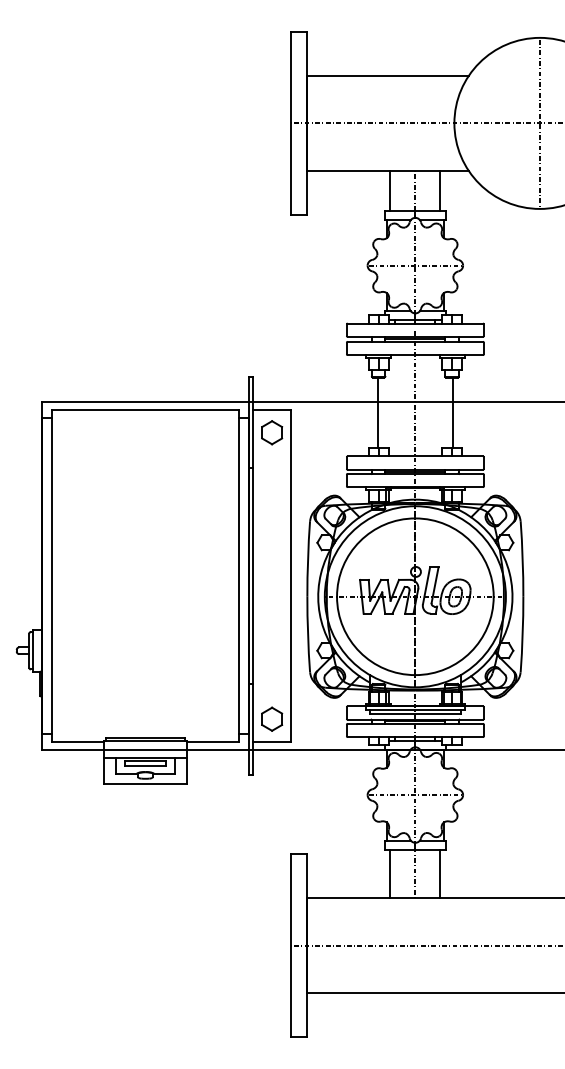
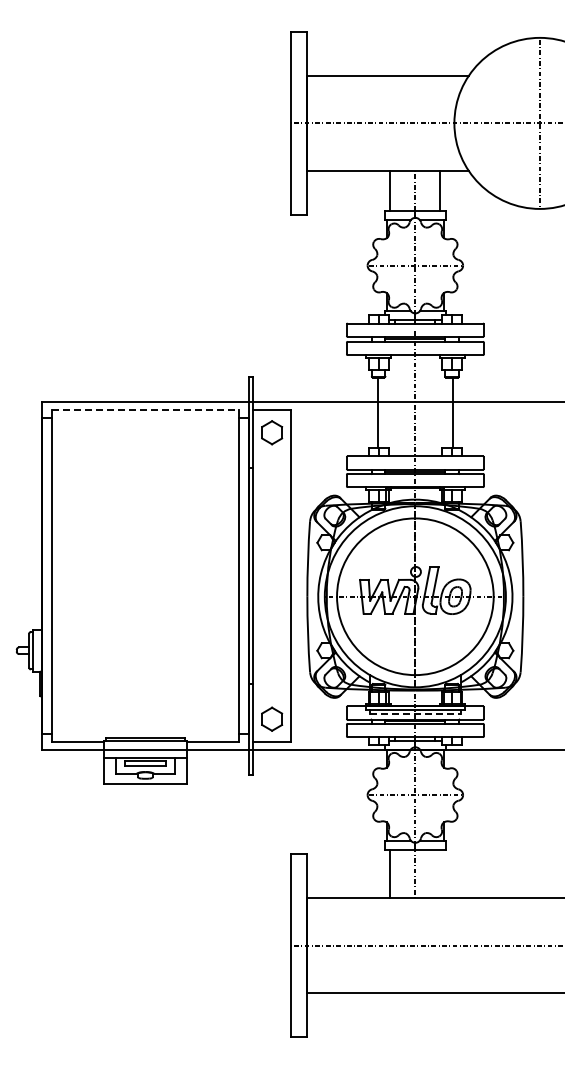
line at (145, 409): solid -> dashed
line at (415, 714): solid -> dashed
line at (440, 874): present -> none
